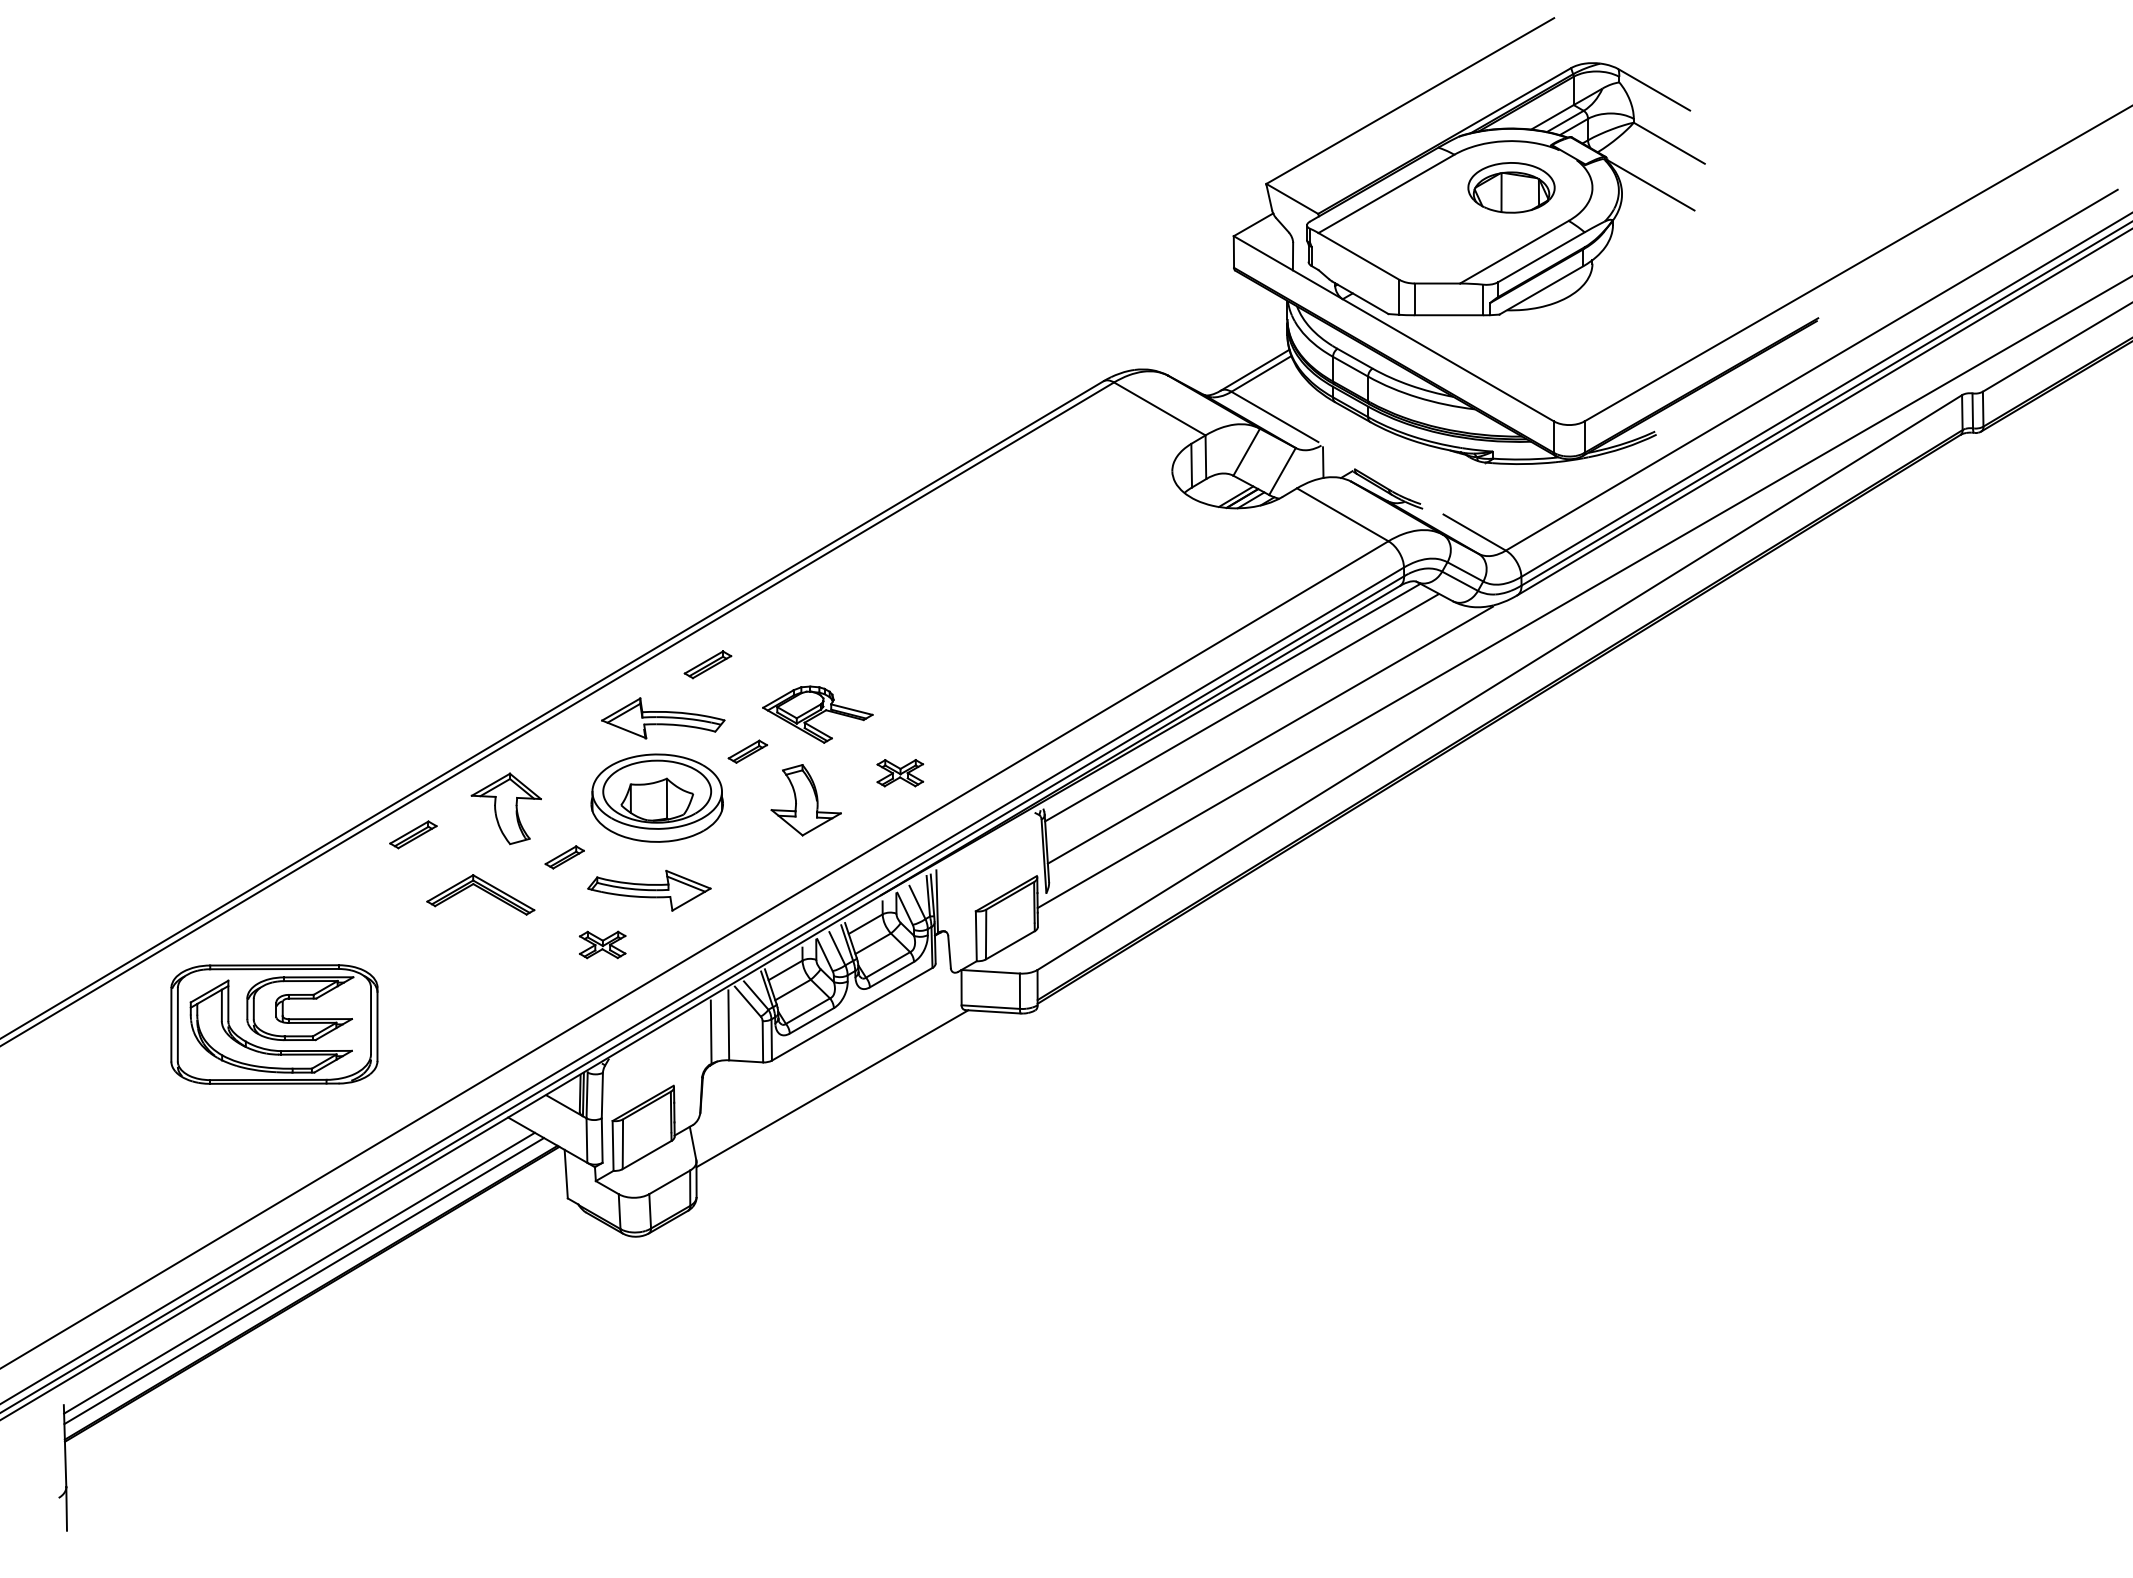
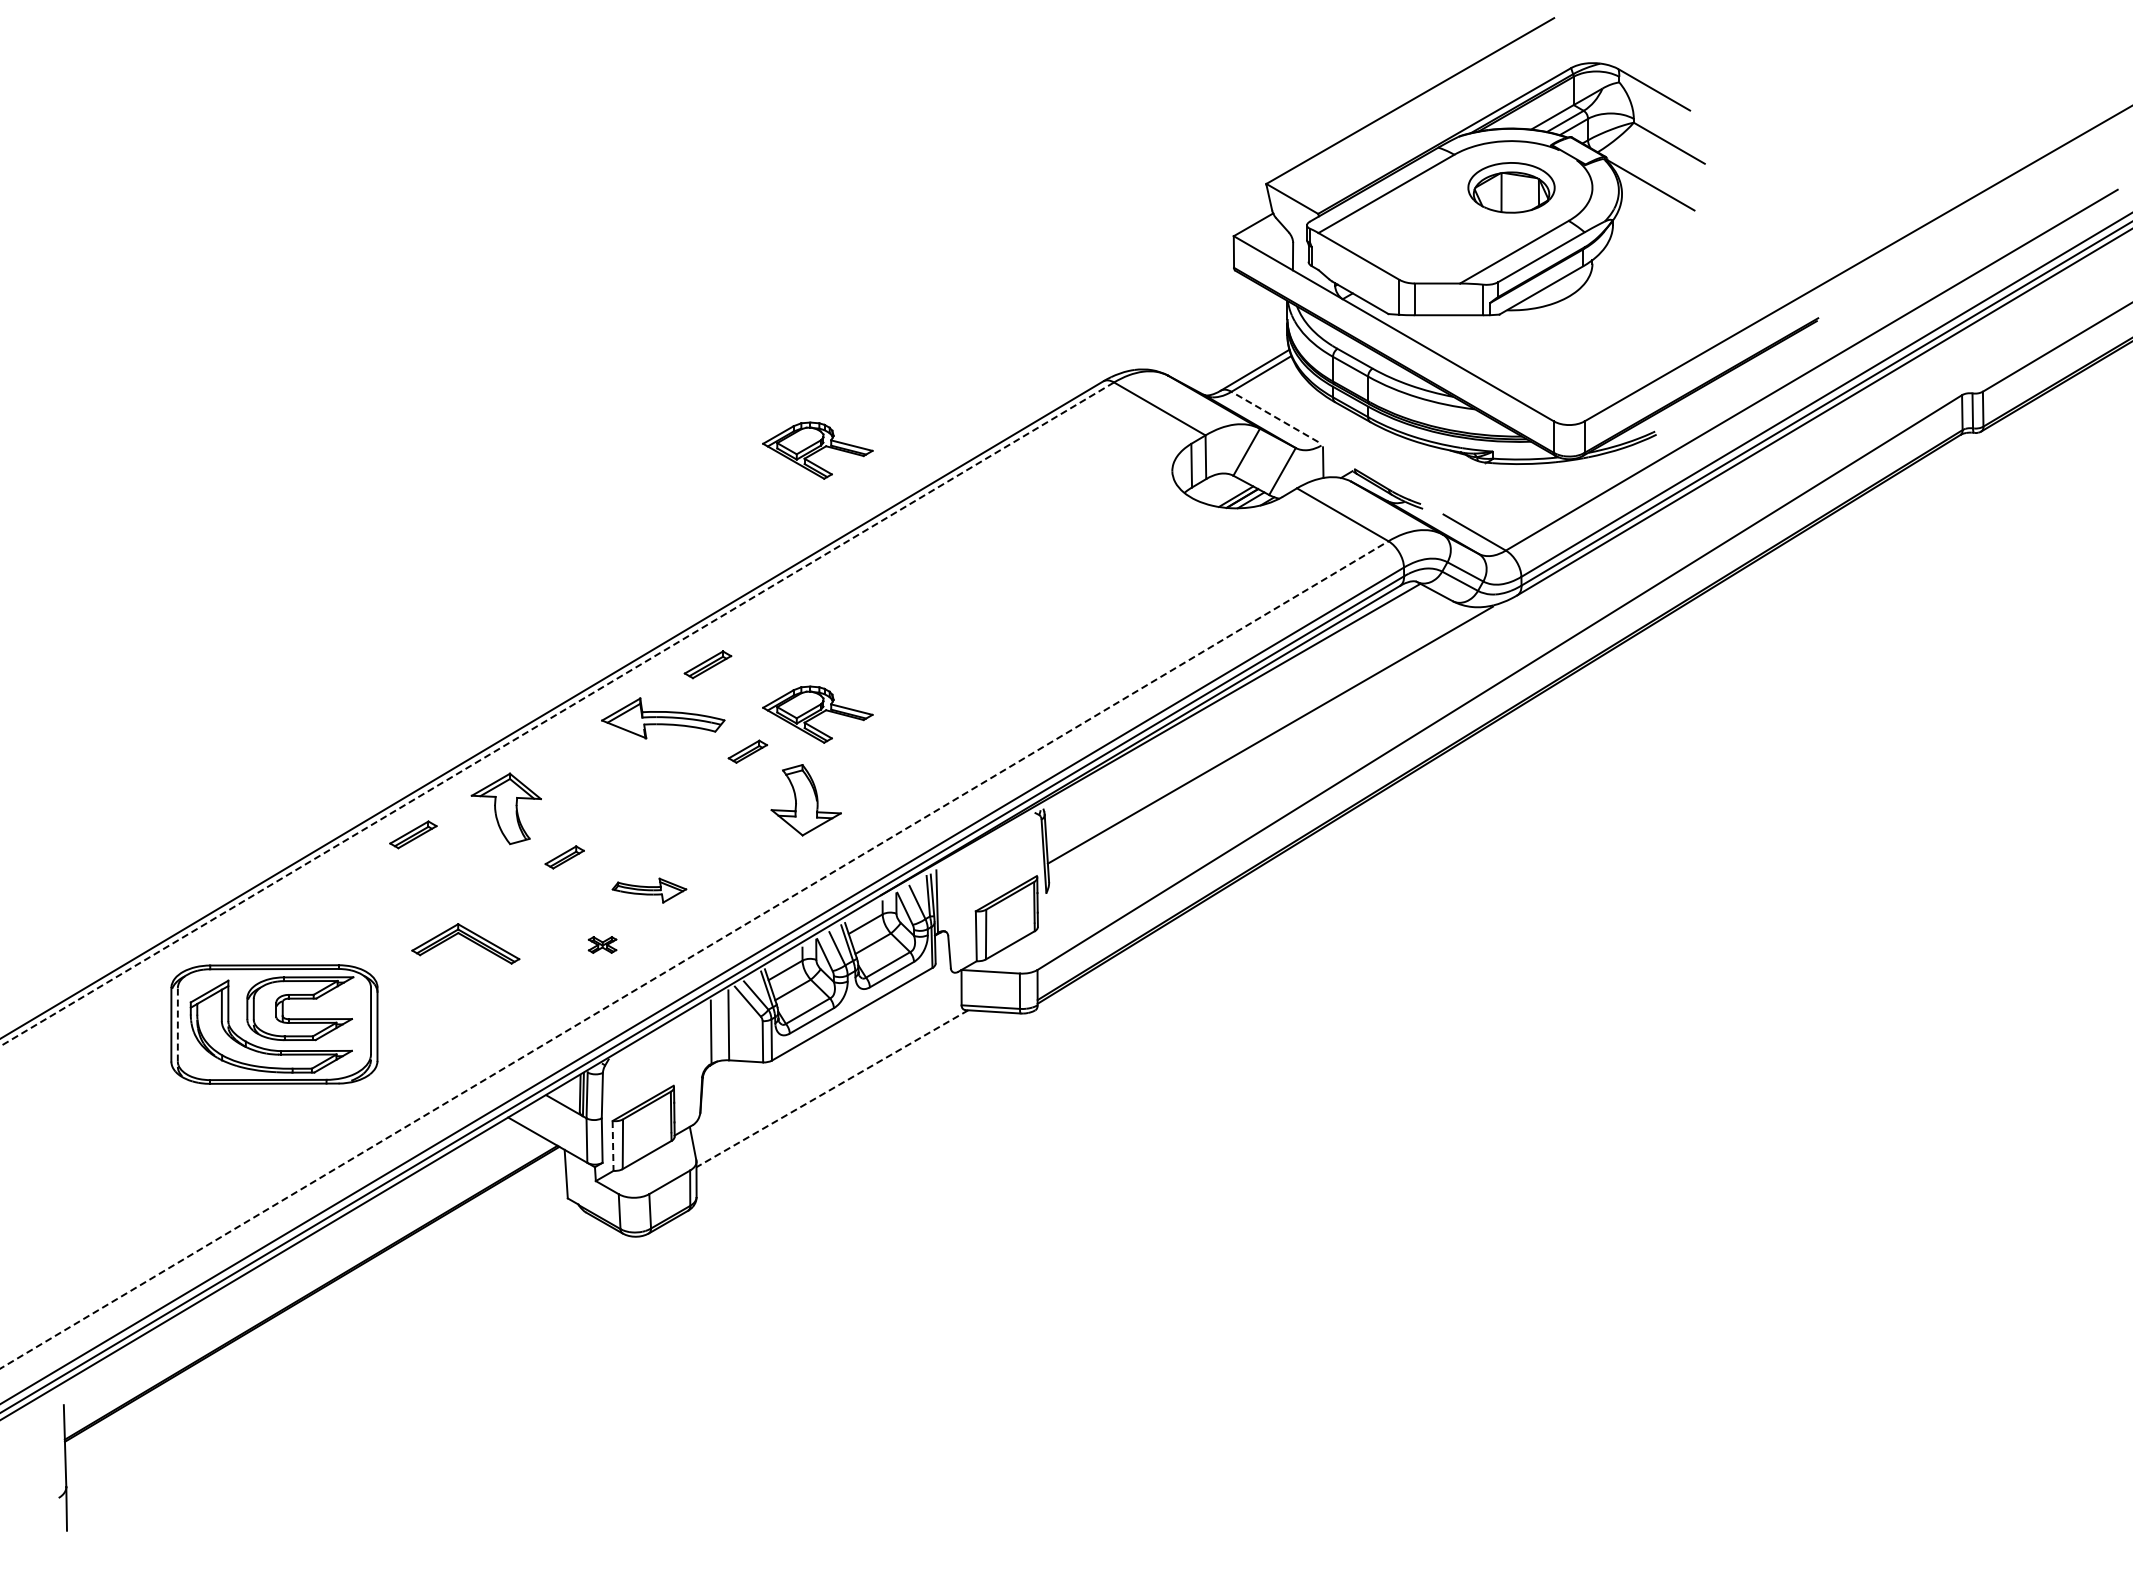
line at (1274, 416): solid -> dashed
part at (817, 450): none -> present
line at (1583, 592): present -> none
line at (1241, 707): present -> none
line at (556, 714): solid -> dashed
part at (900, 773): present -> none
part at (656, 797): present -> none
part at (649, 890) size: 125x43 px -> 77x27 px
part at (480, 894) position: (480, 894) -> (465, 943)
part at (602, 944) size: 49x30 px -> 31x18 px
line at (694, 954): solid -> dashed
line at (177, 1024): solid -> dashed
line at (832, 1088): solid -> dashed
line at (613, 1145): solid -> dashed
line at (299, 1272): present -> none
line at (304, 1281): present -> none
